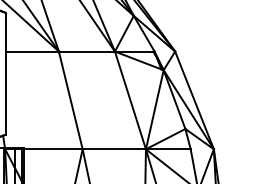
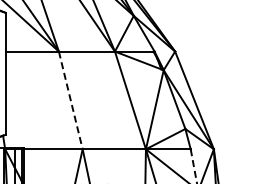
line at (70, 100): solid -> dashed
line at (193, 166): solid -> dashed
